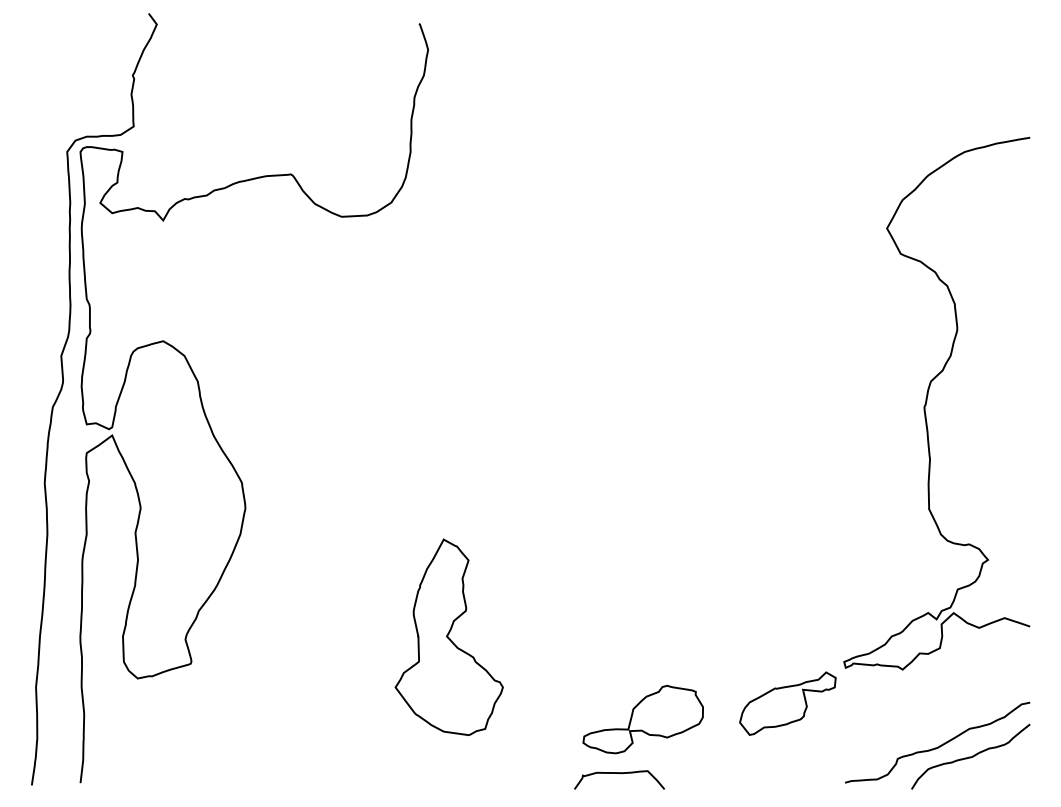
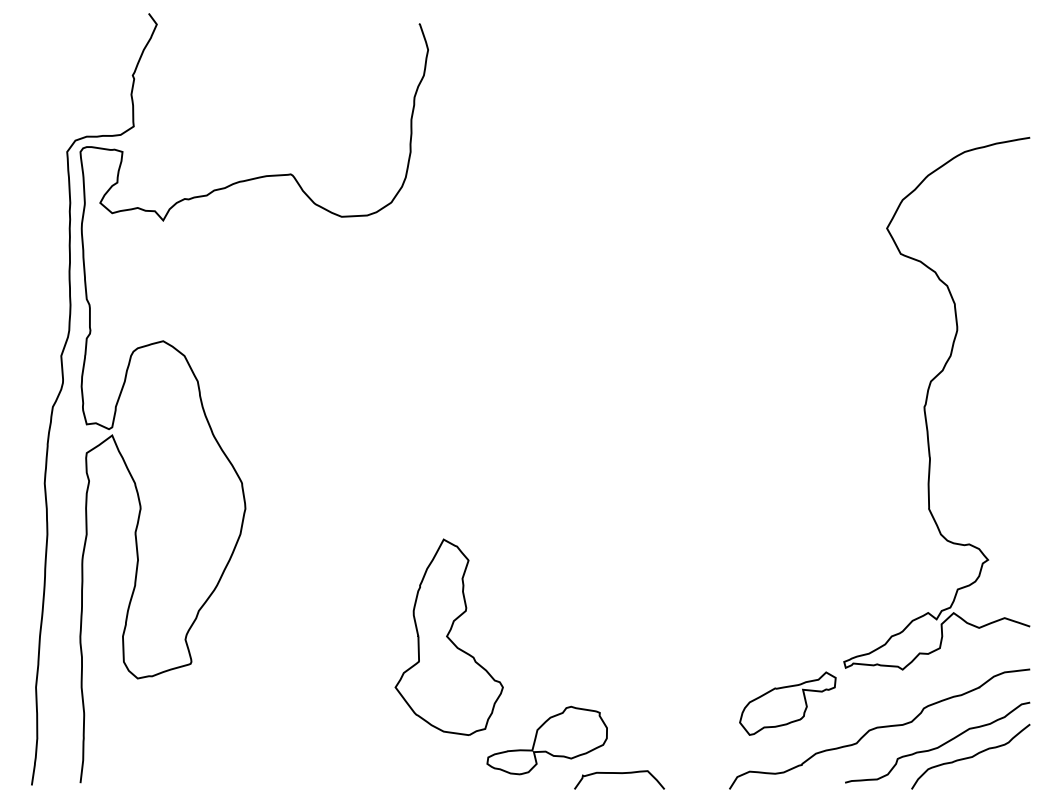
part at (642, 719) position: (642, 719) -> (546, 740)
curve at (879, 728): none -> present
